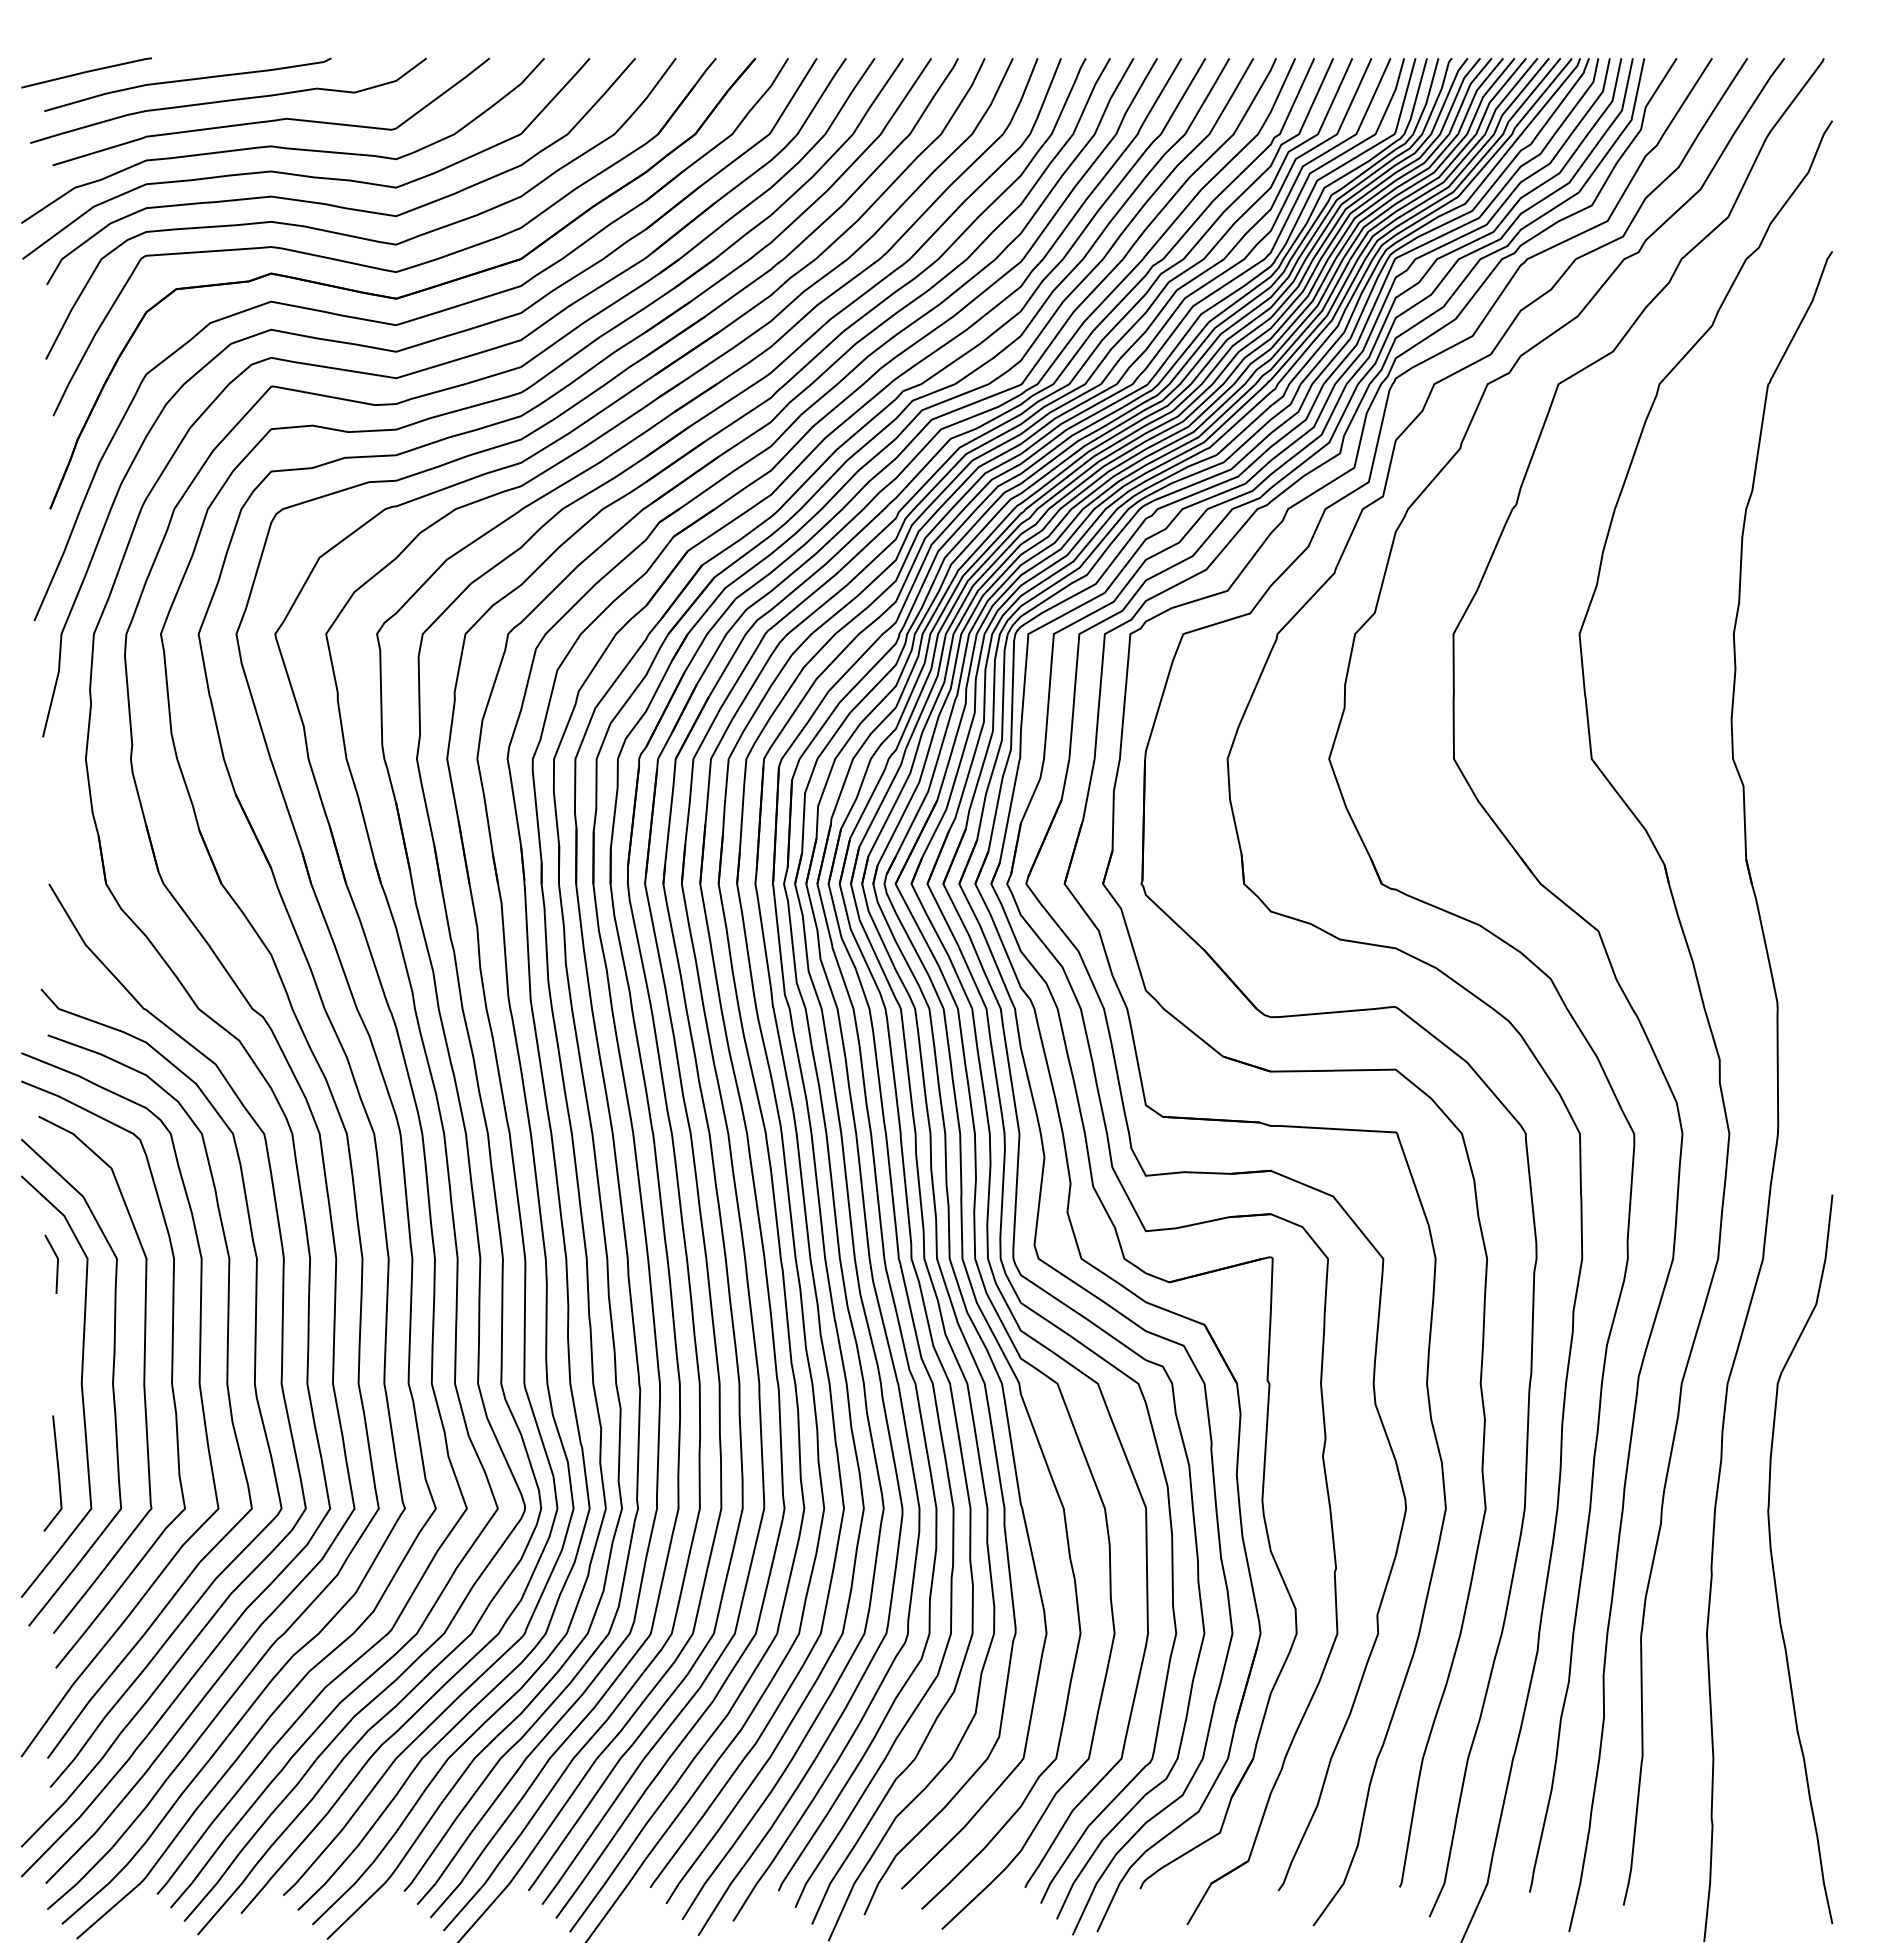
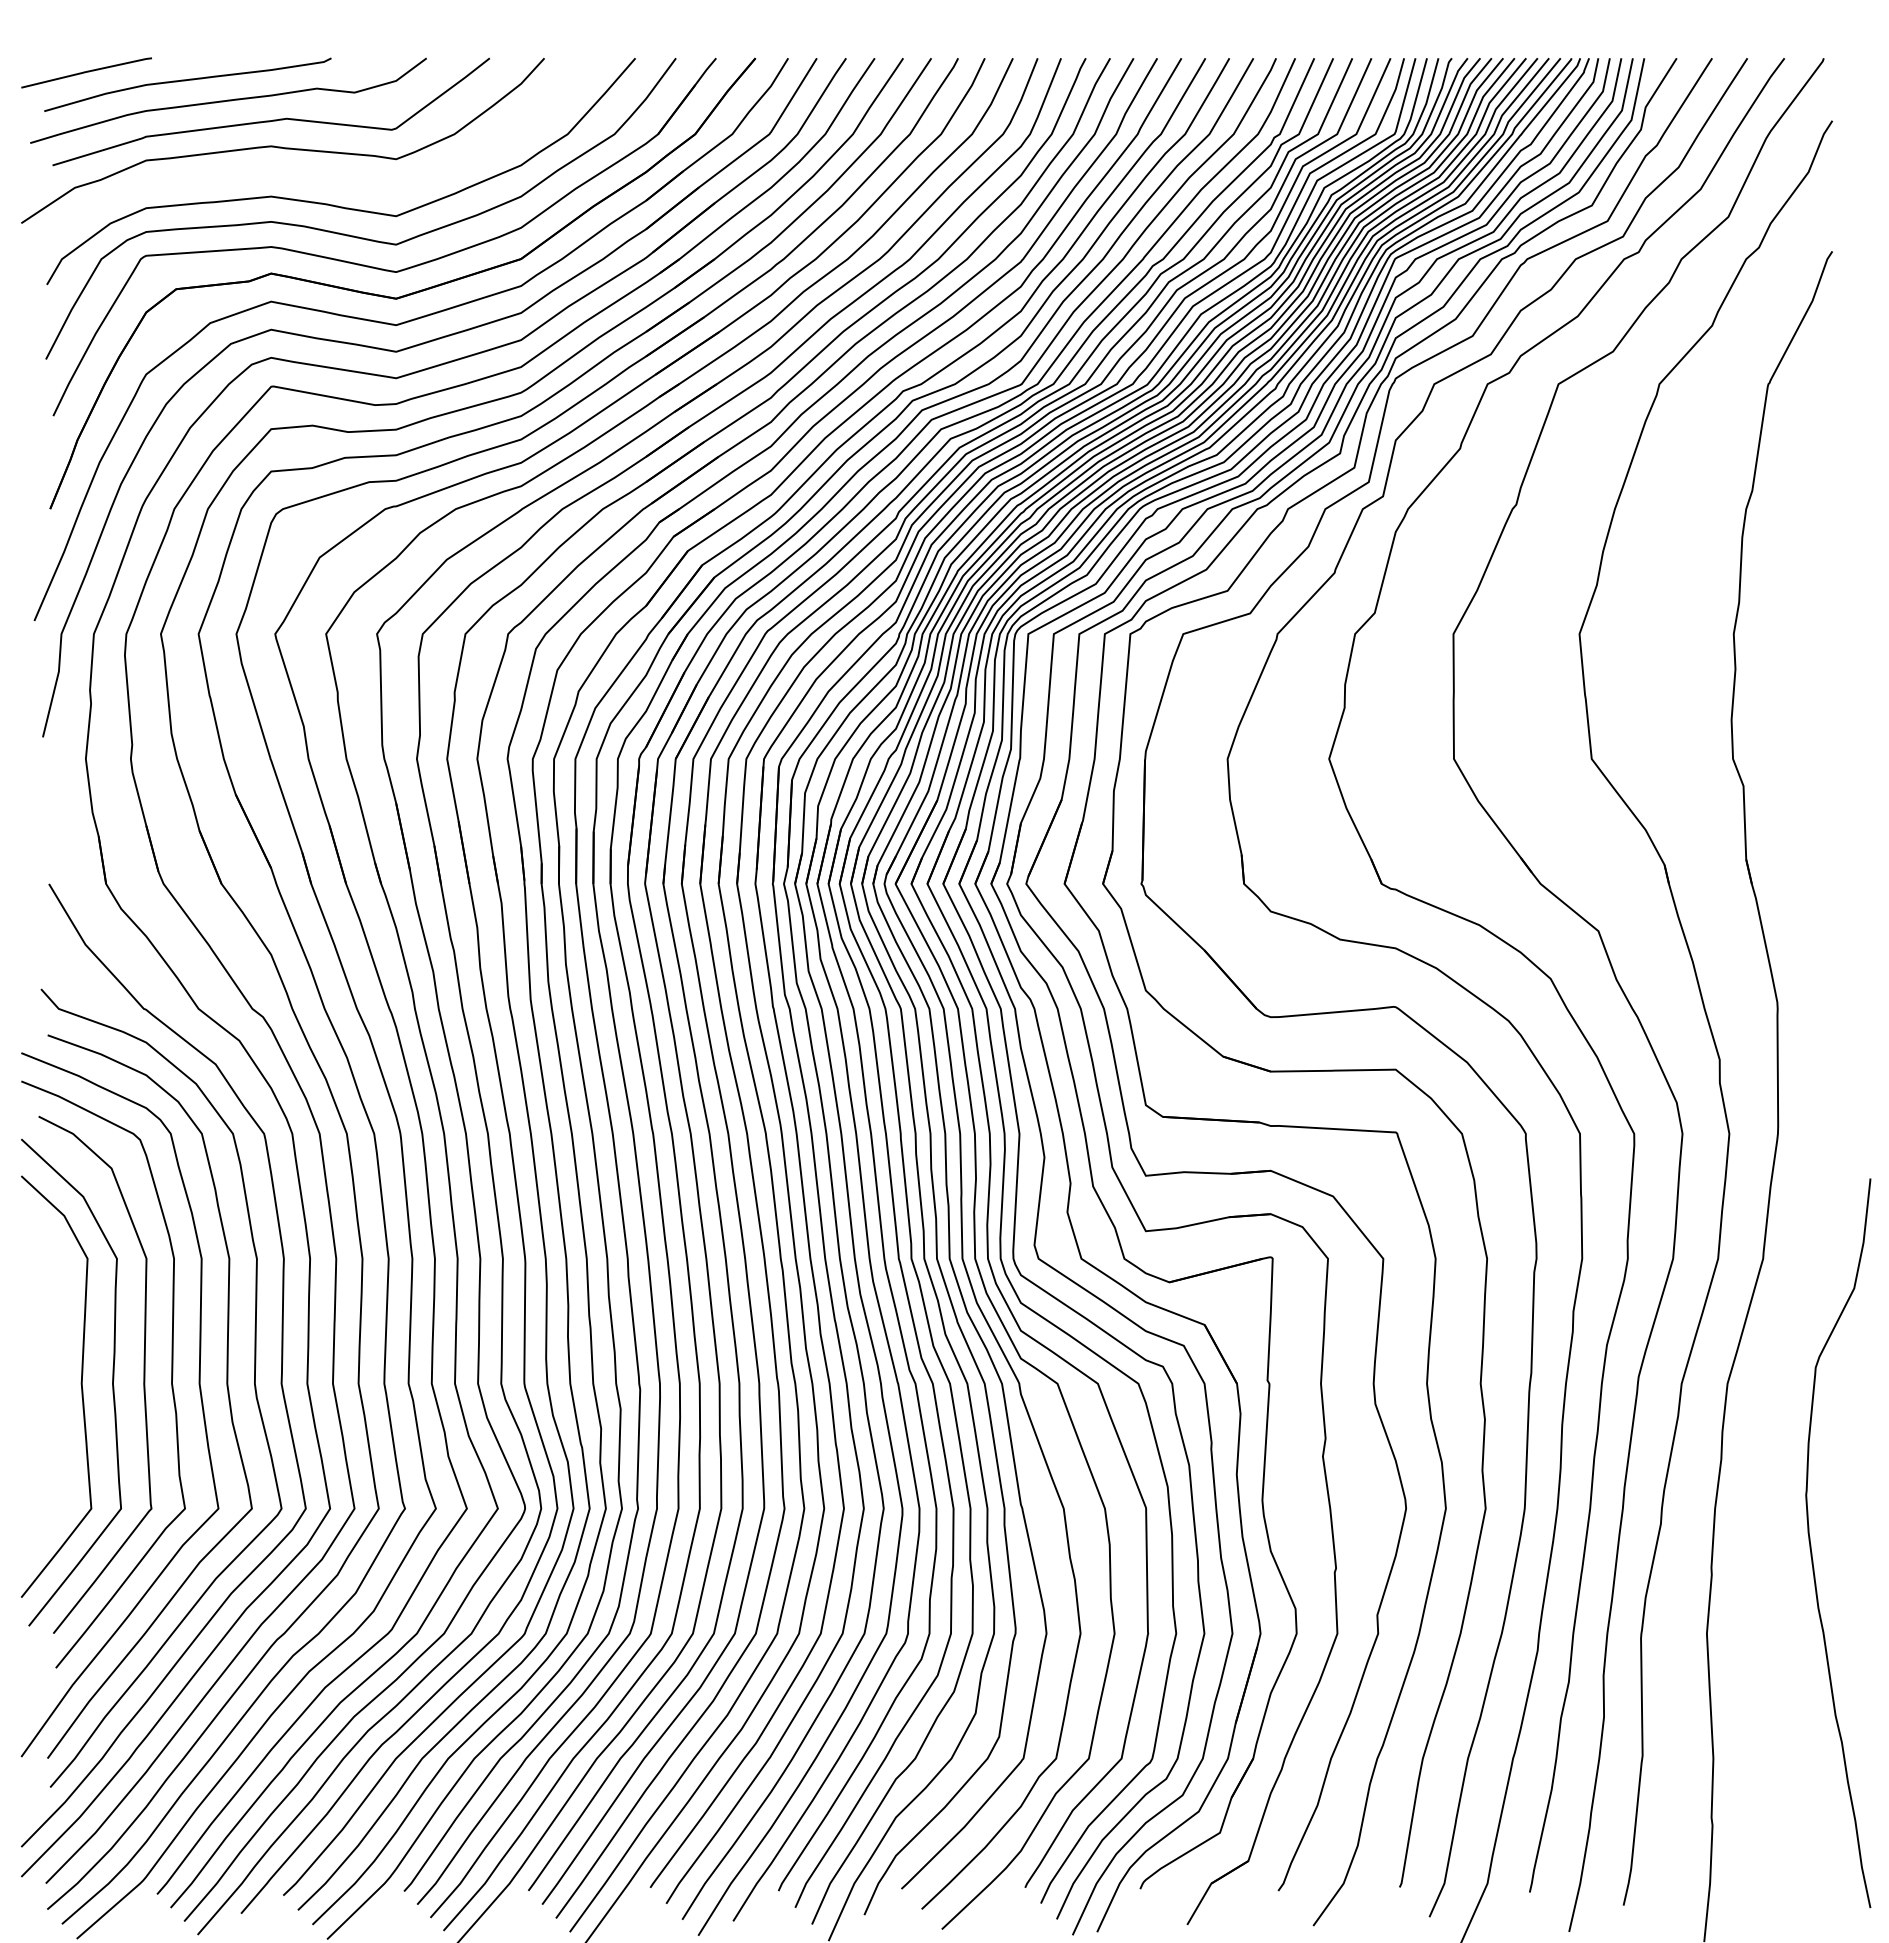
curve at (302, 174): present -> none
line at (56, 1264): present -> none
line at (57, 1473): present -> none
curve at (1773, 1560) position: (1773, 1560) -> (1811, 1544)
